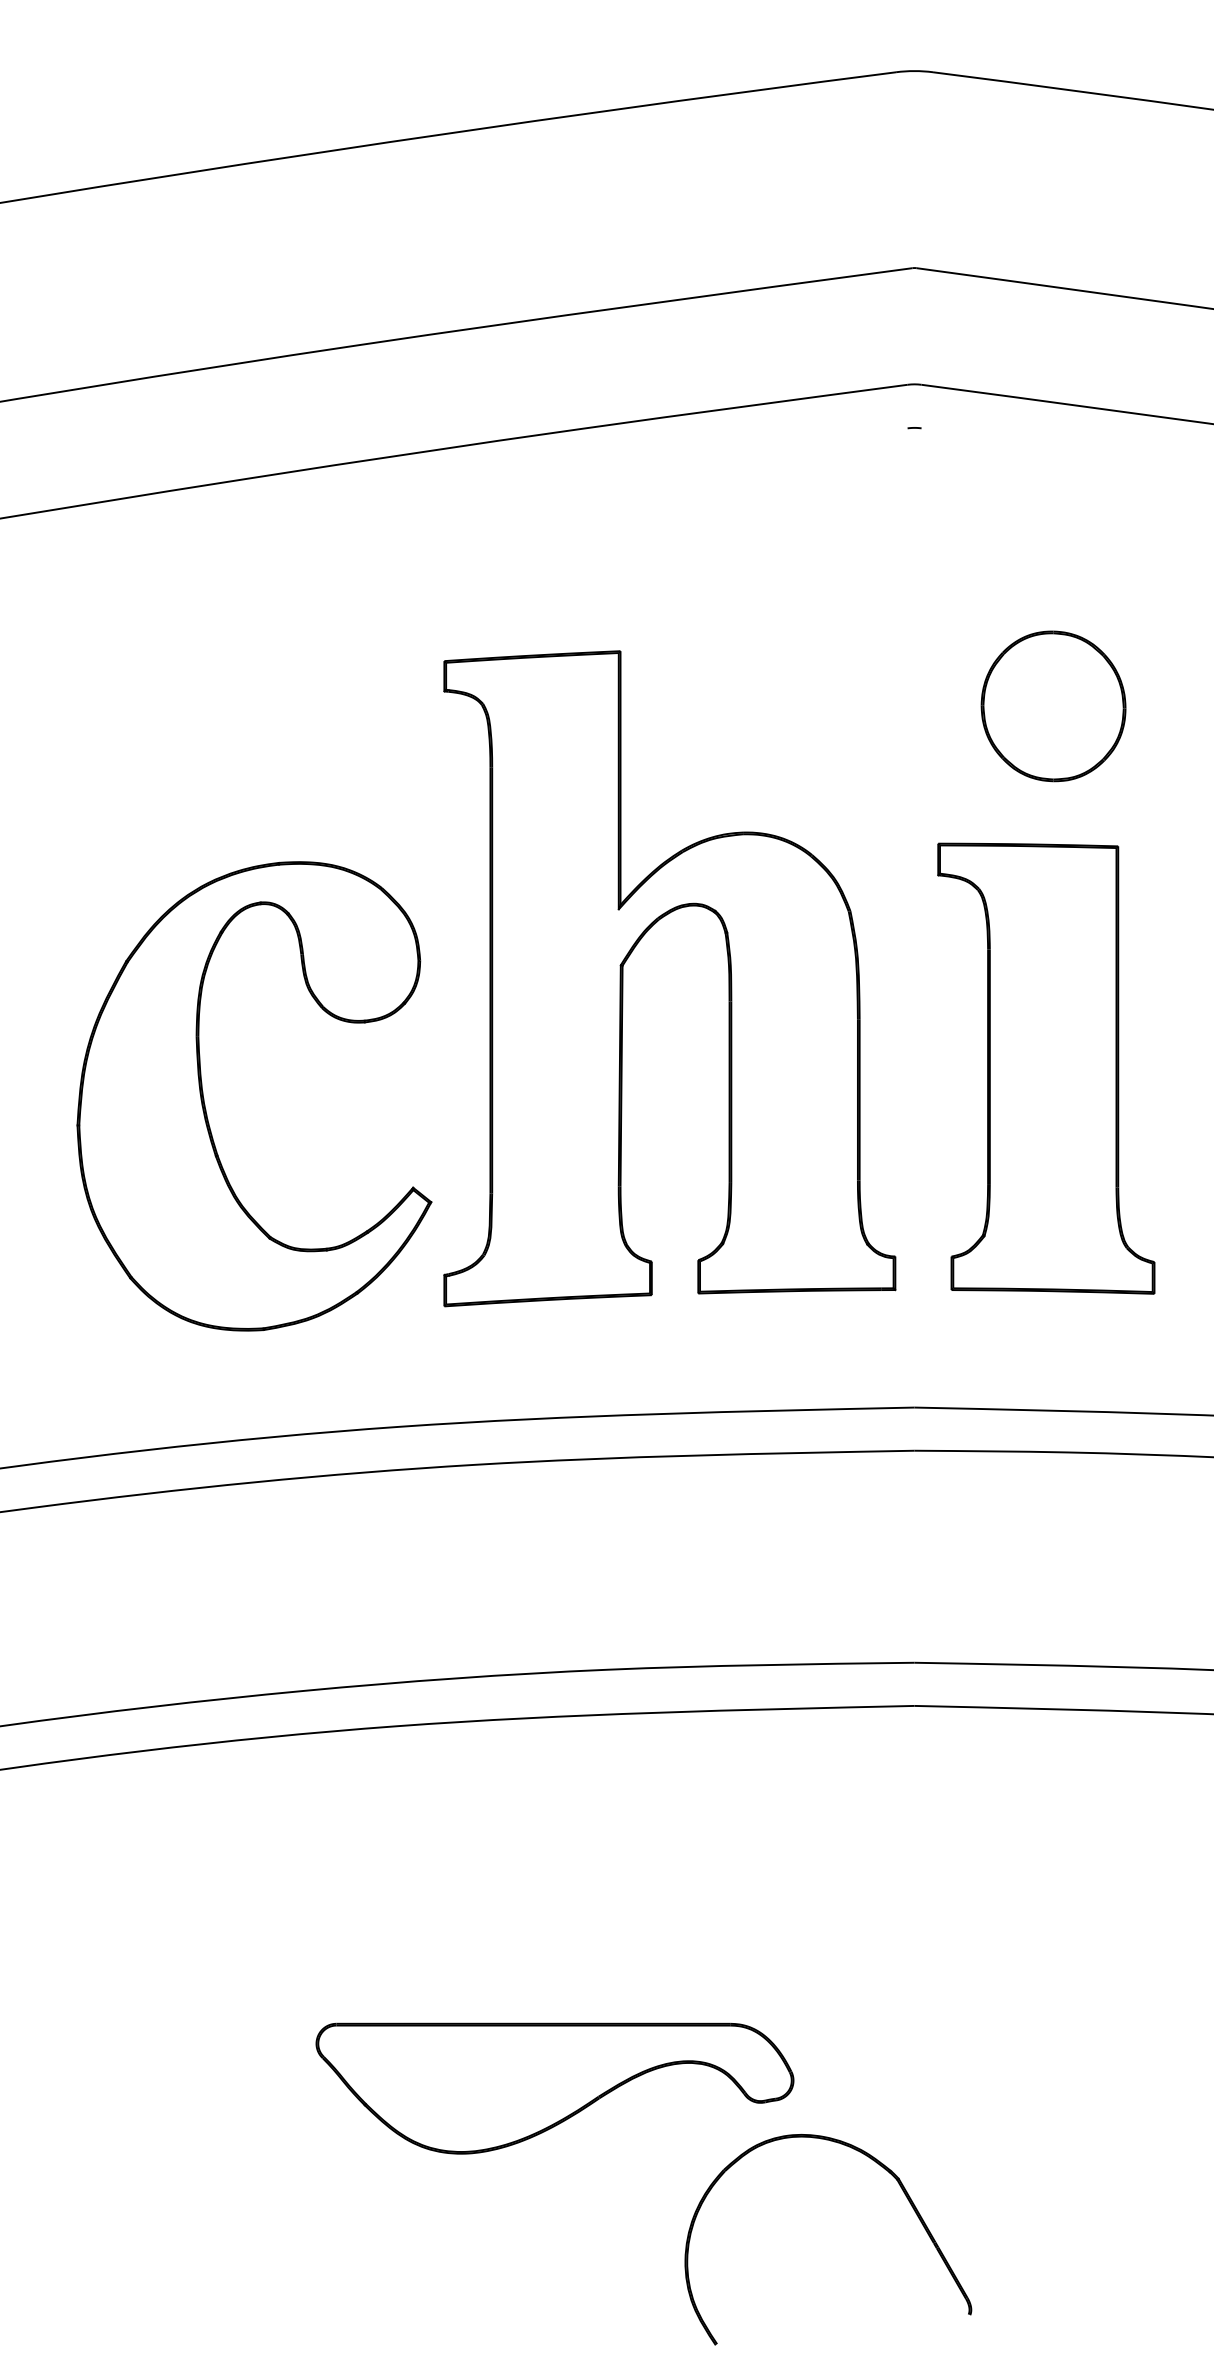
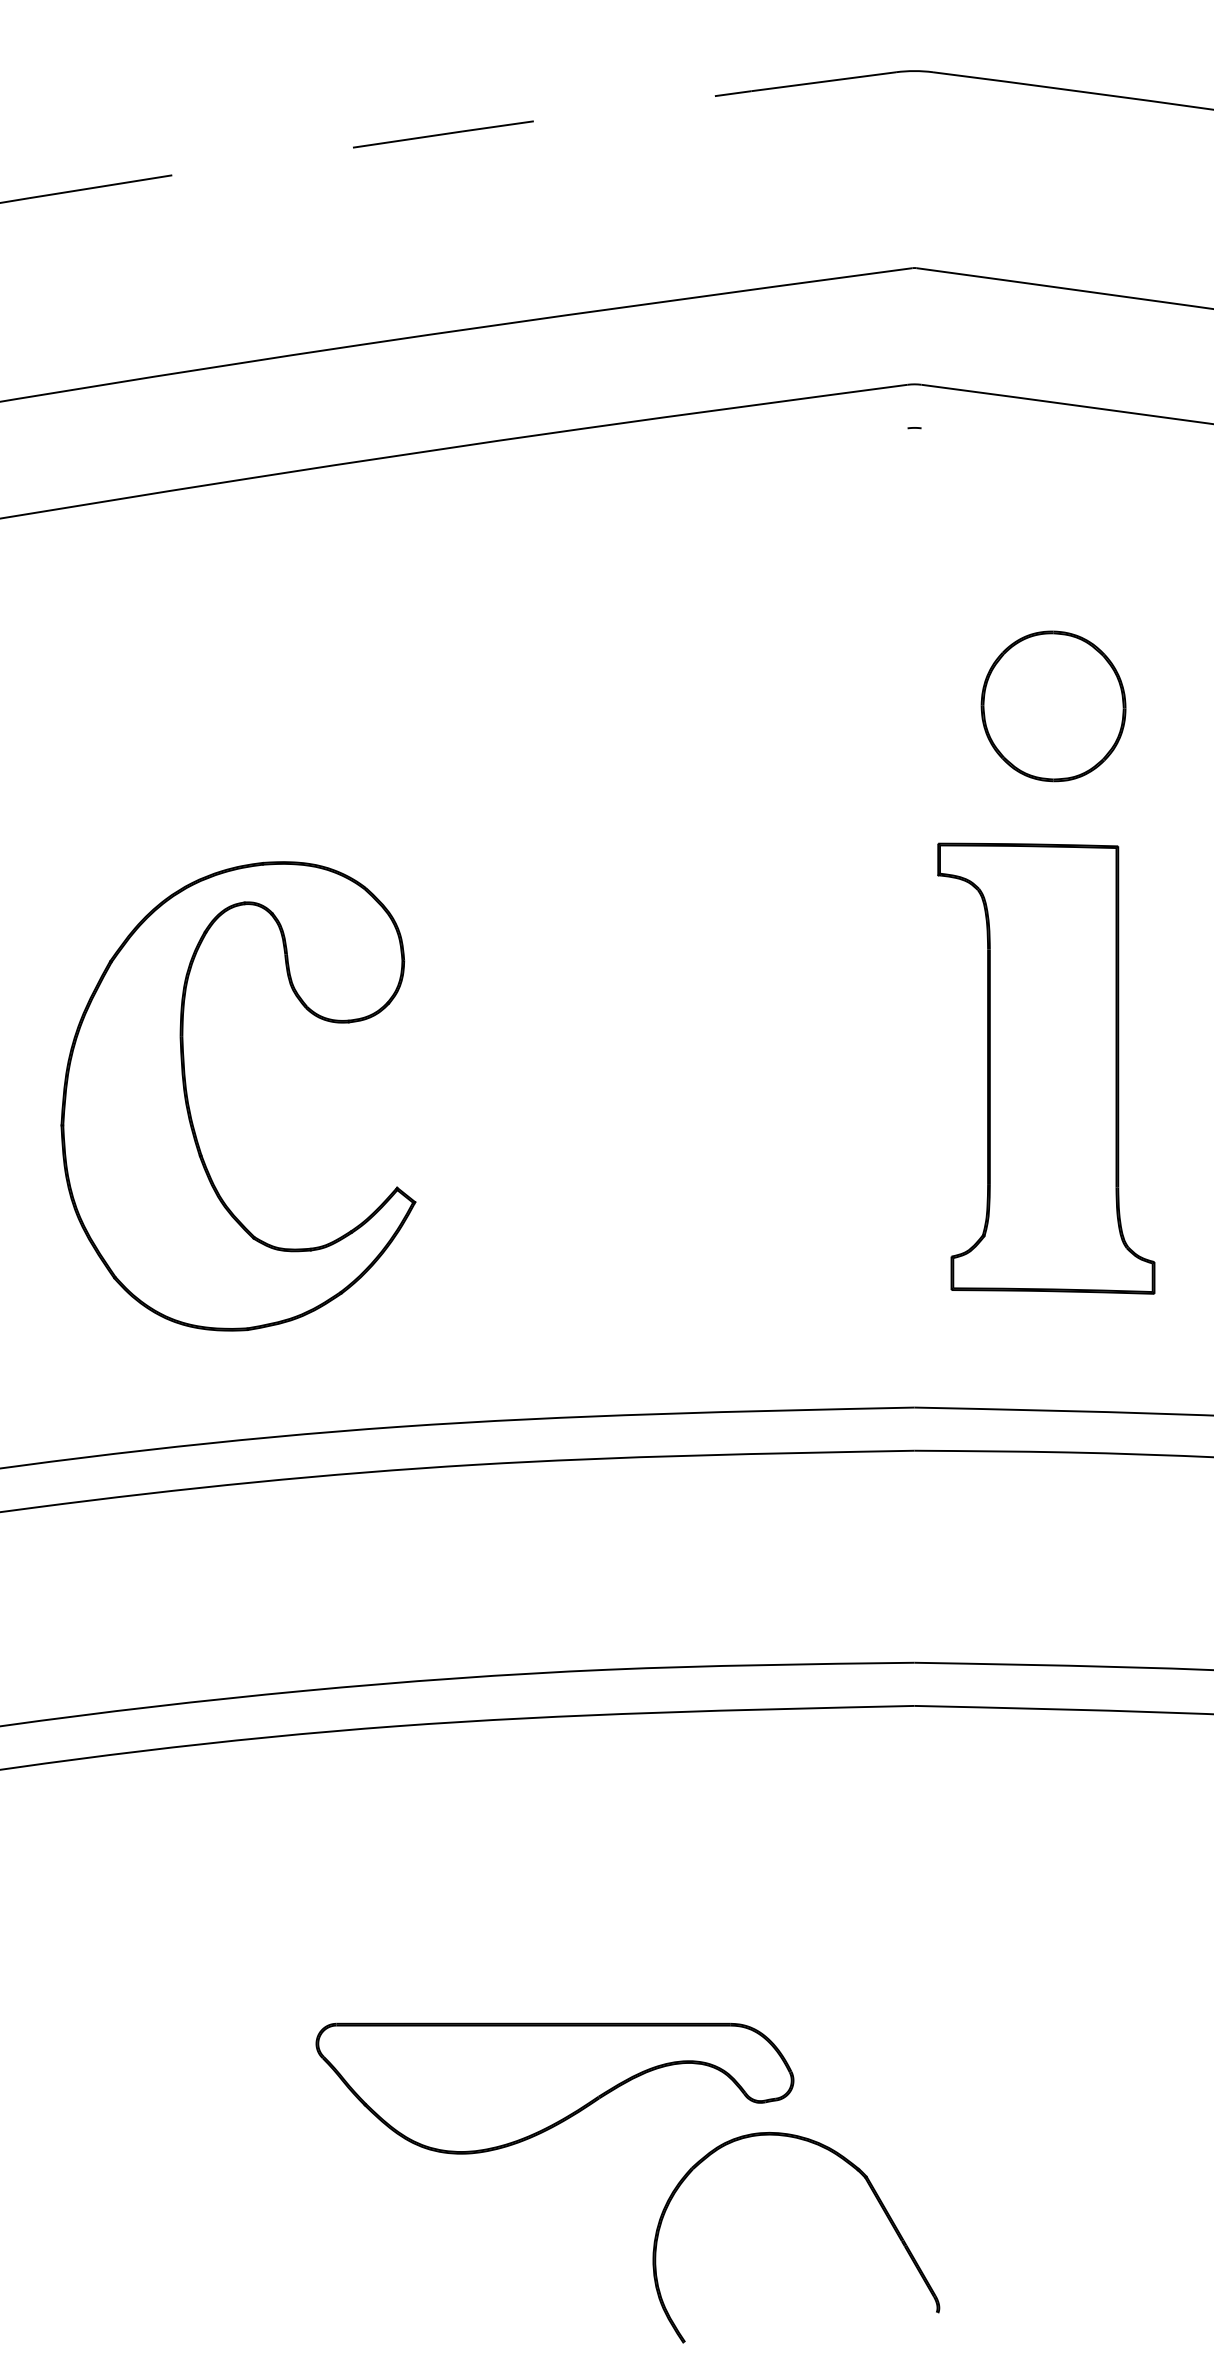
arc at (447, 133): solid -> dashed
part at (632, 952): present -> none
part at (205, 1104) position: (205, 1104) -> (189, 1104)
part at (905, 2196) position: (905, 2196) -> (873, 2194)
